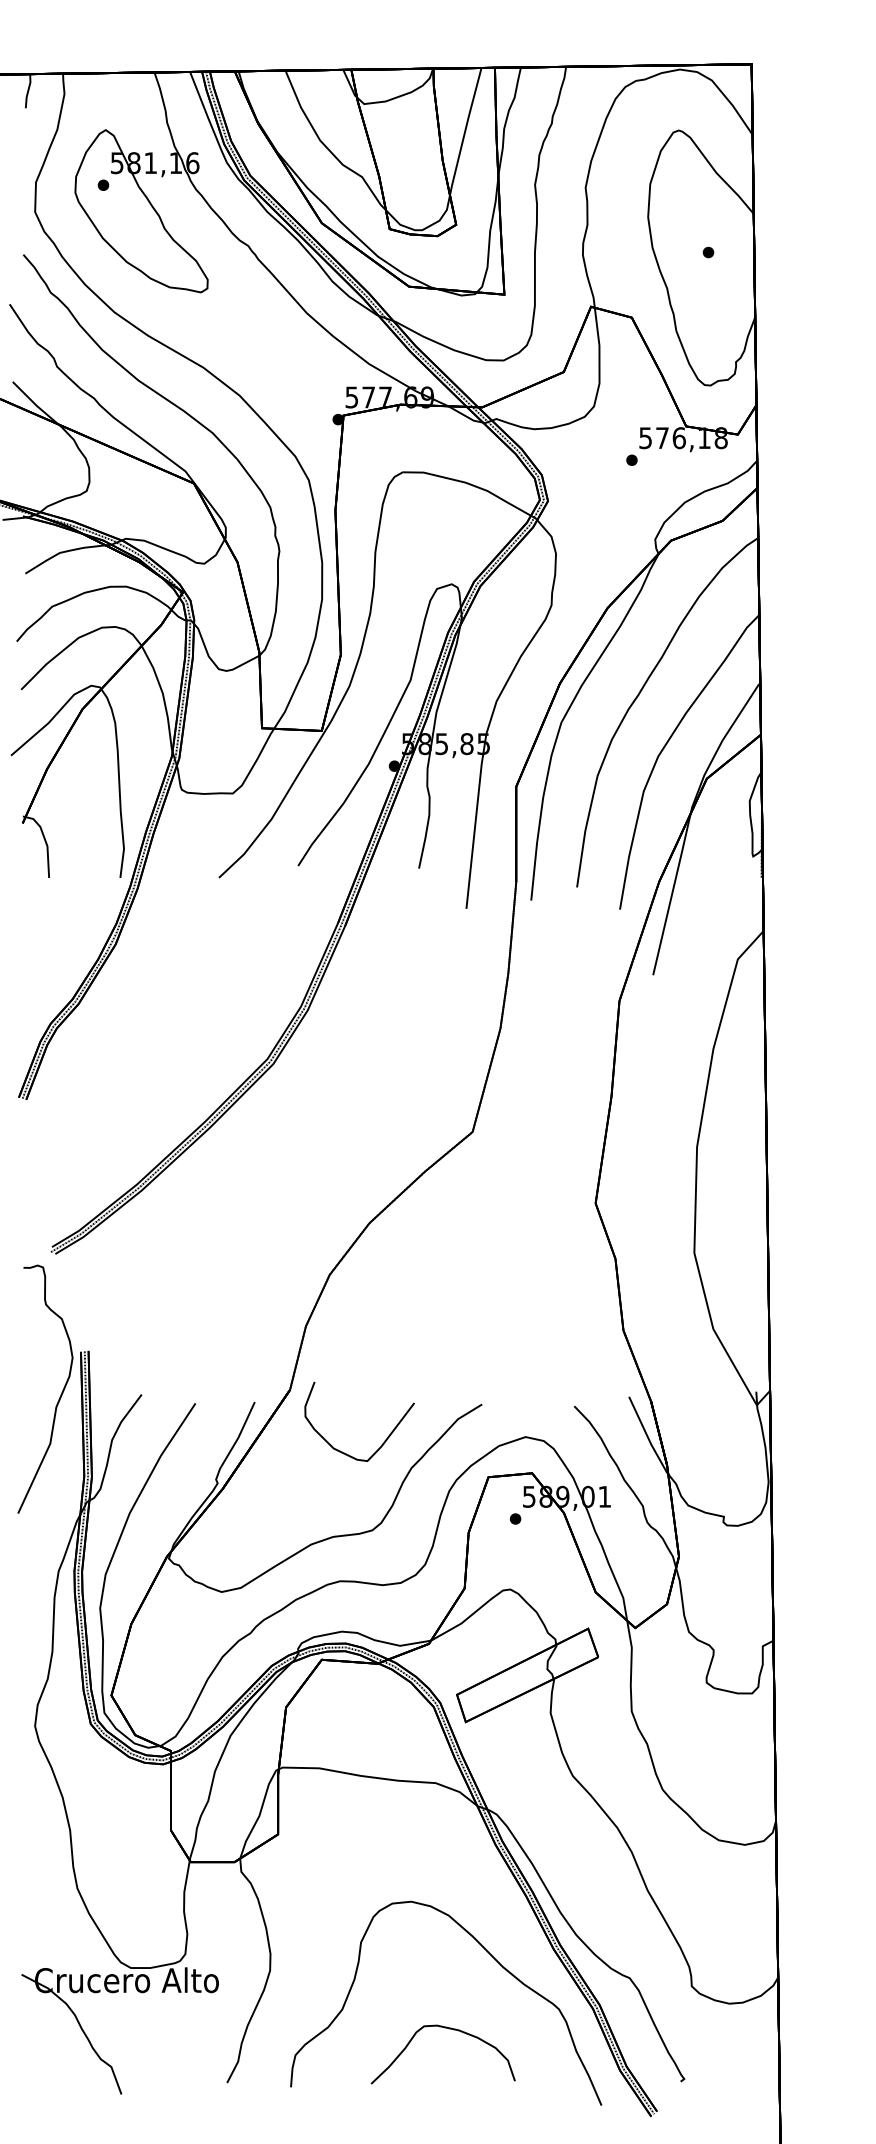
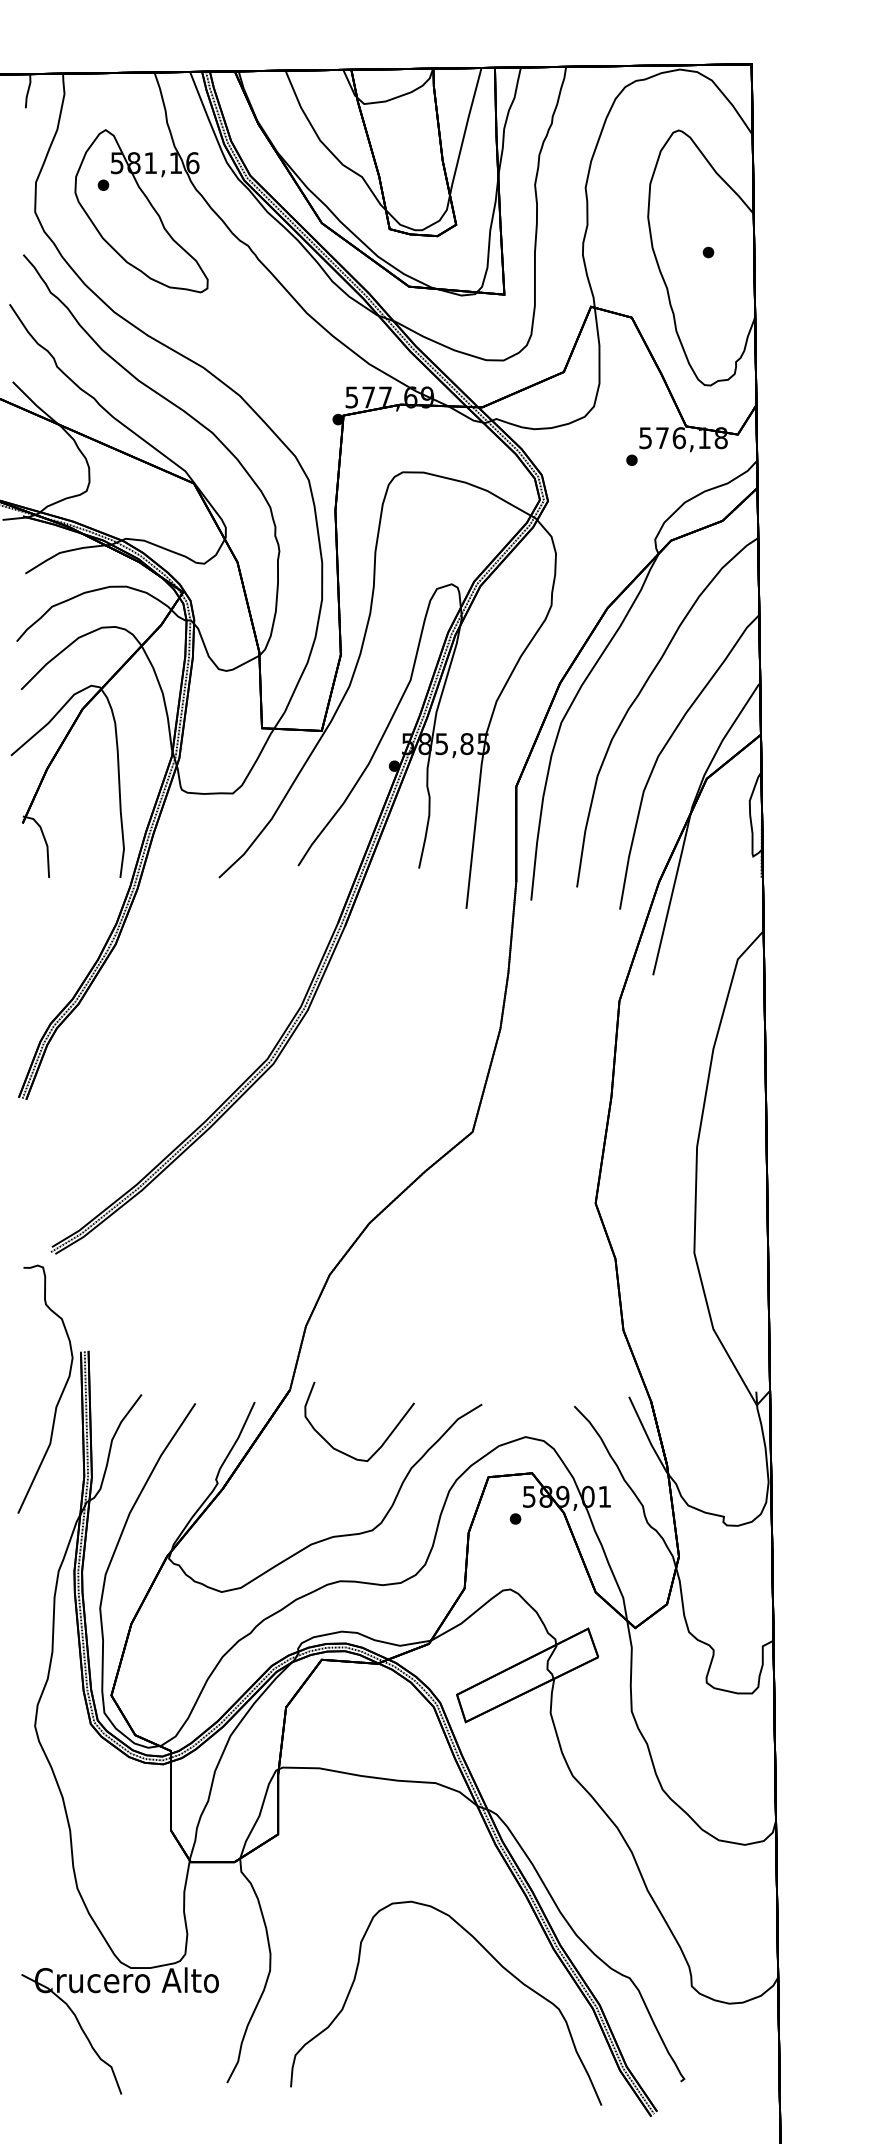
part at (449, 2029): present -> none
